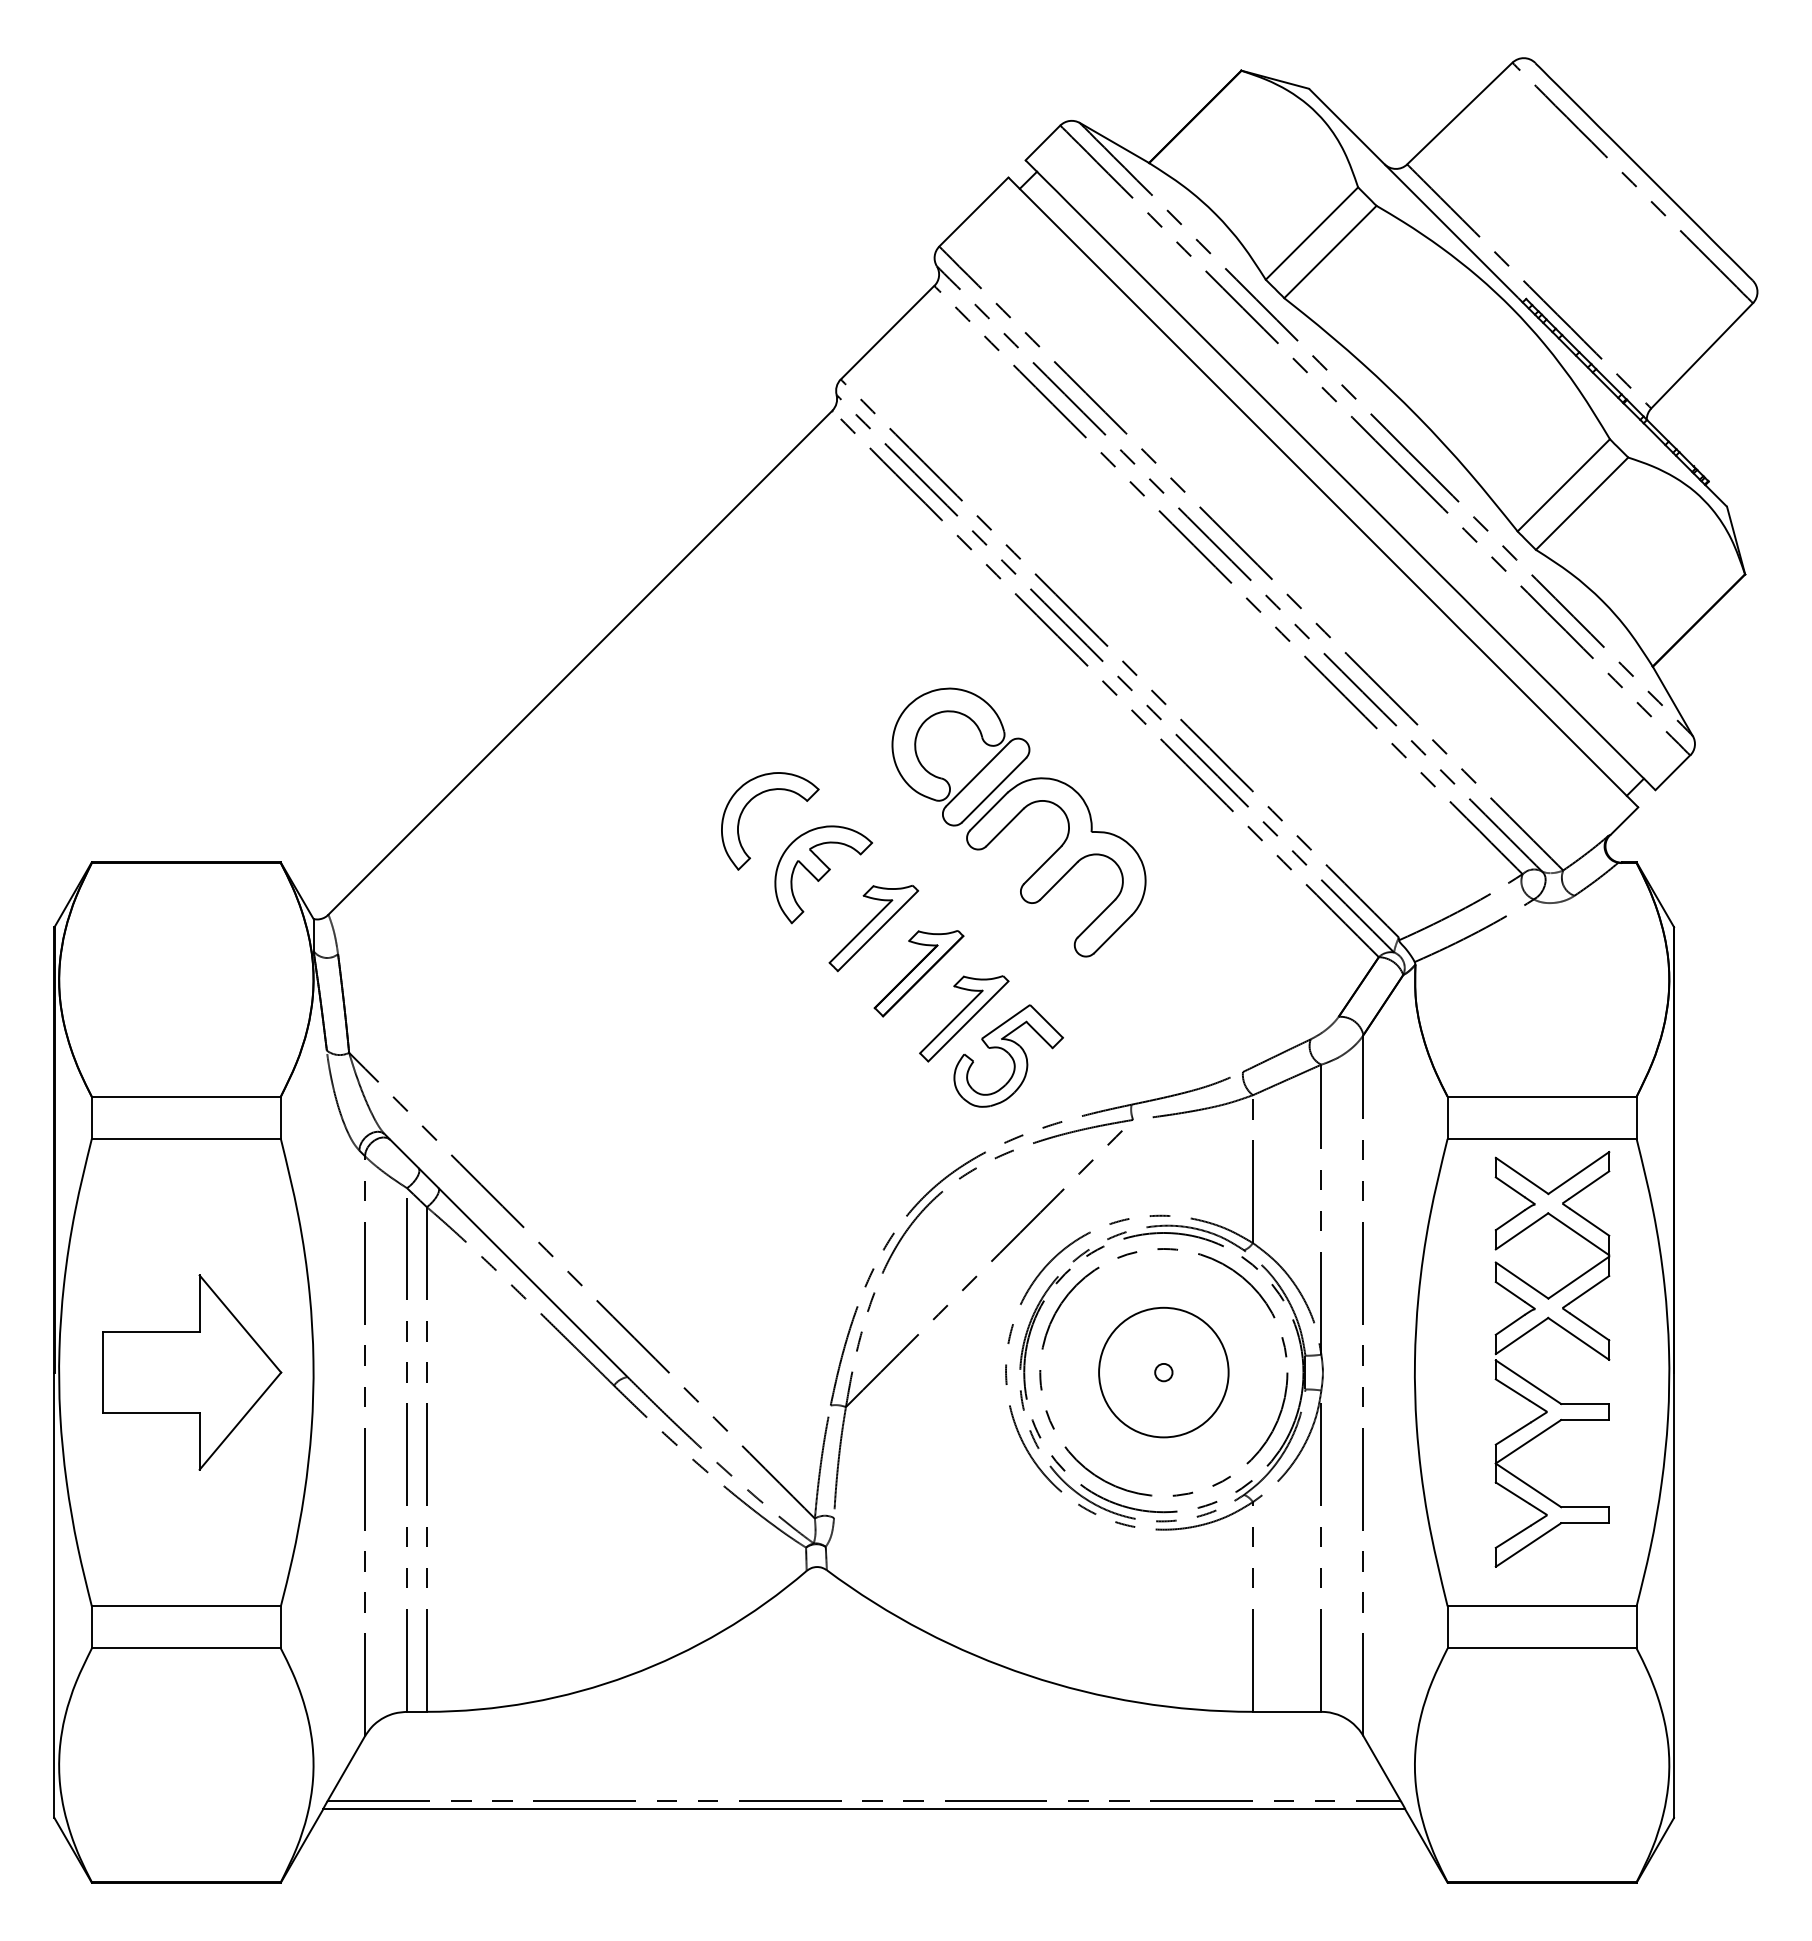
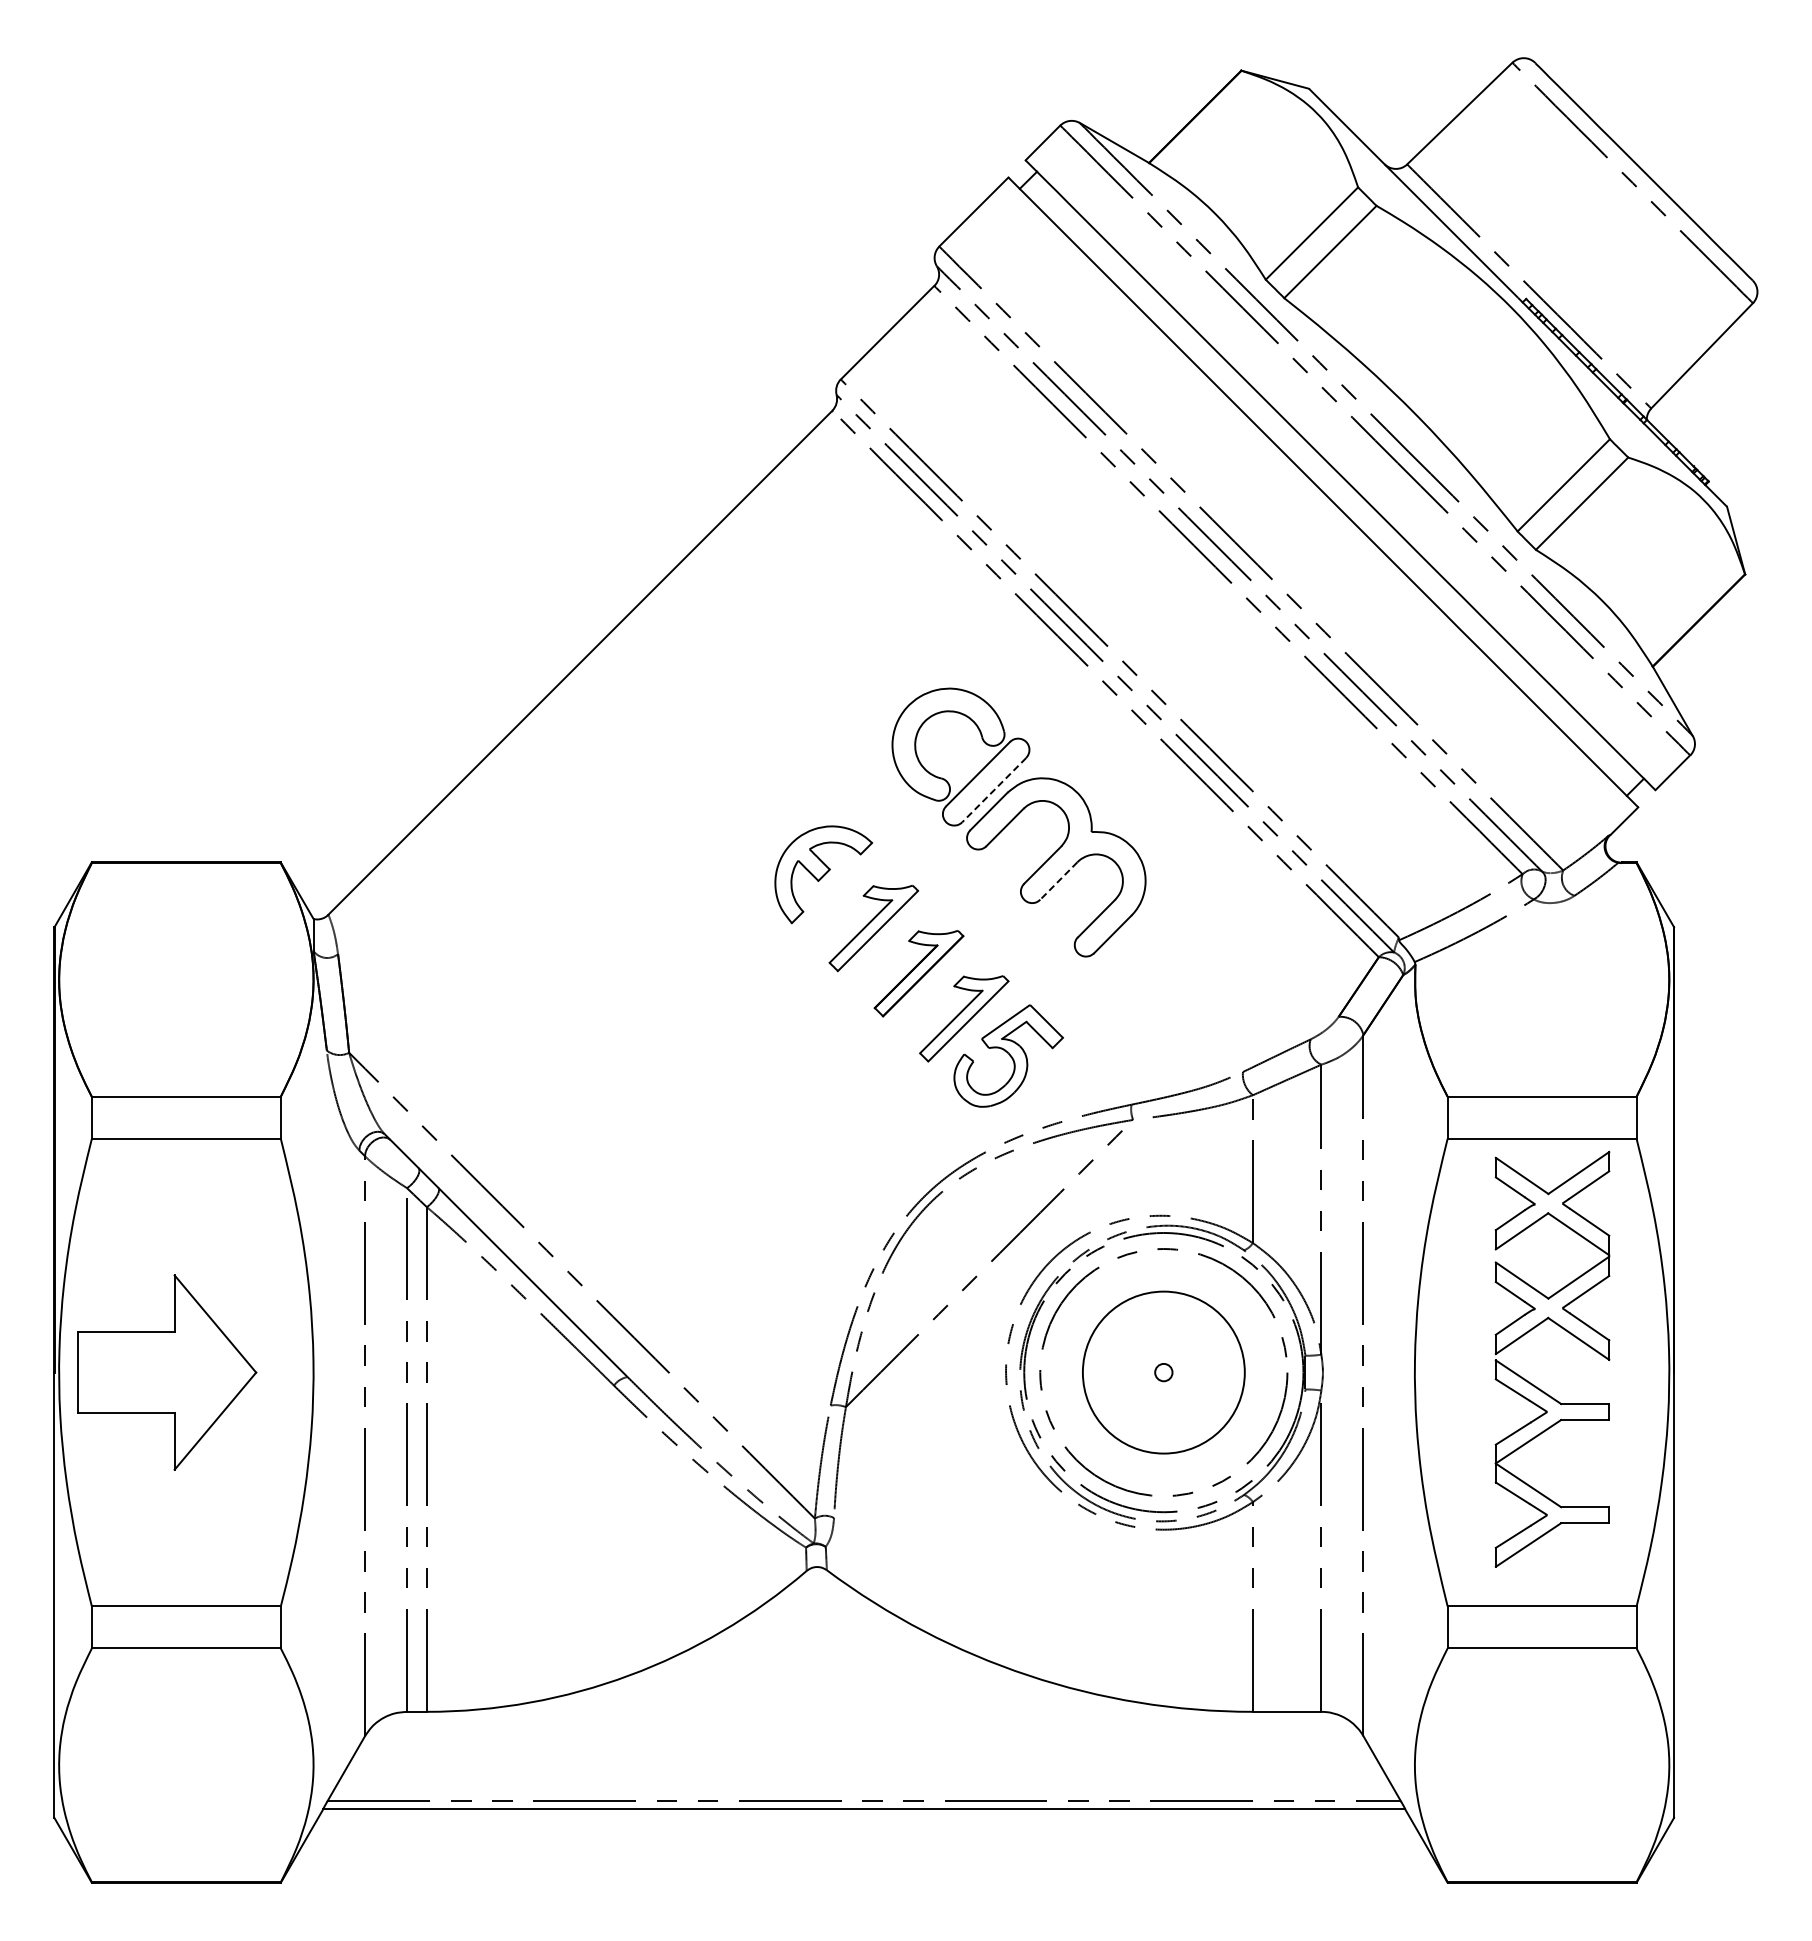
line at (993, 790): solid -> dashed
part at (754, 798): present -> none
line at (1058, 881): solid -> dashed
part at (192, 1372) position: (192, 1372) -> (167, 1372)
circle at (1163, 1372) diameter: 130 px -> 162 px
